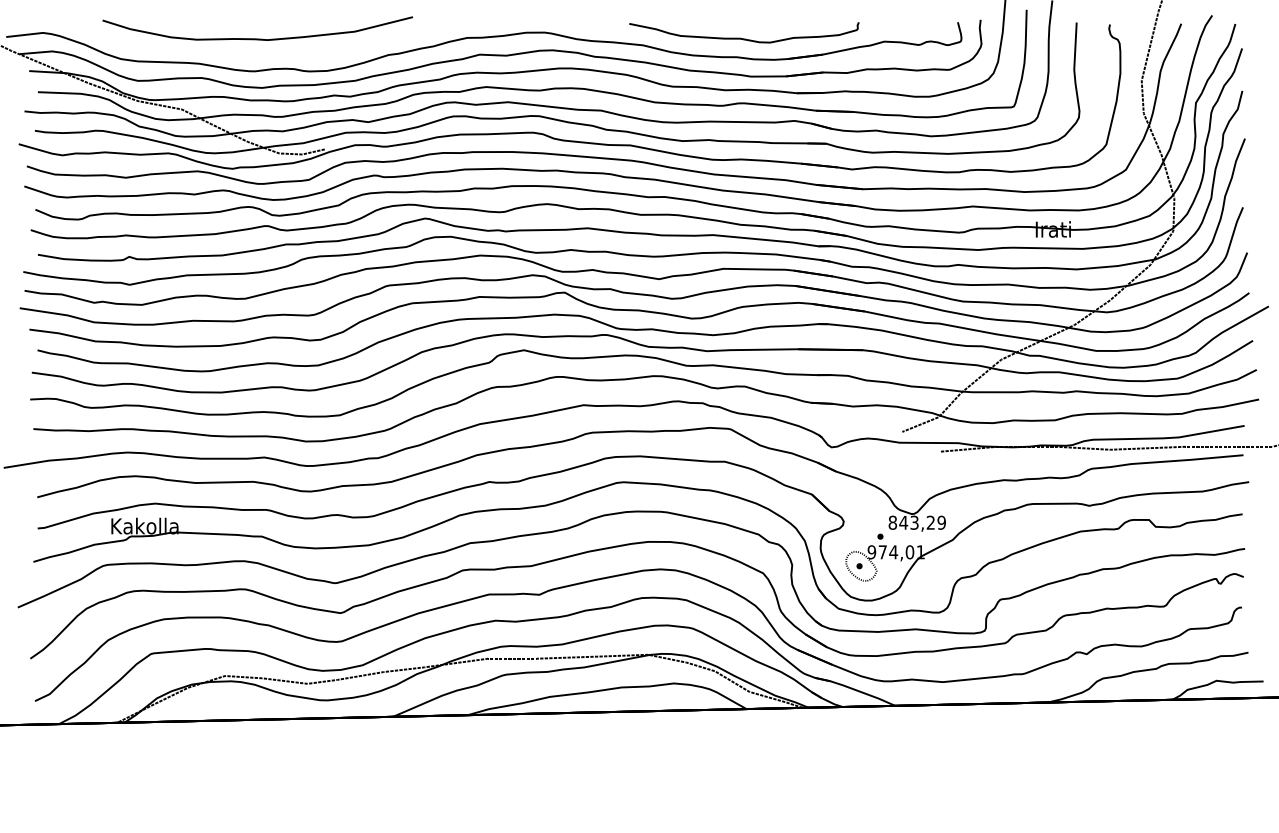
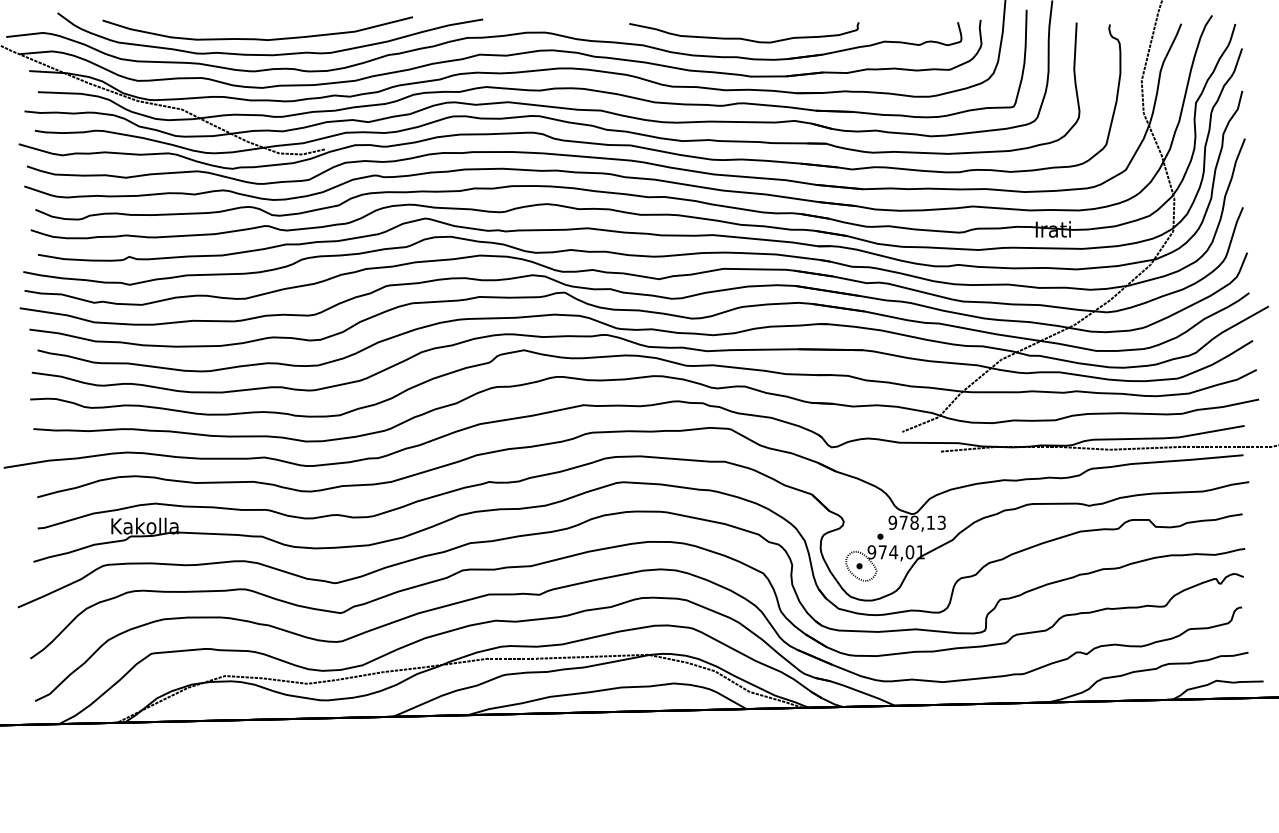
curve at (270, 54): none -> present
text at (916, 522): 843,29 -> 978,13
